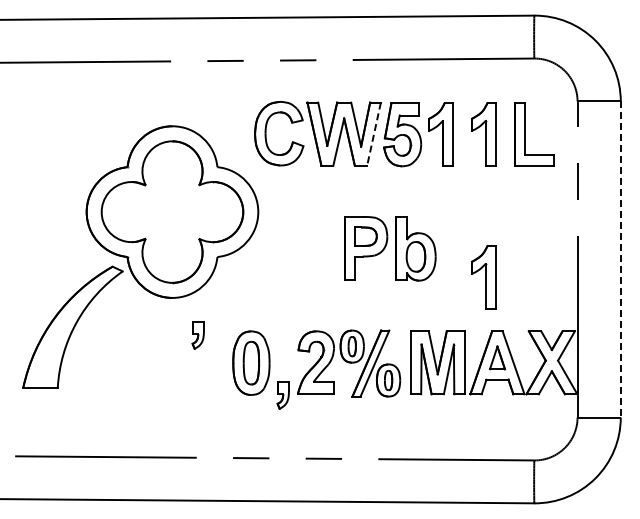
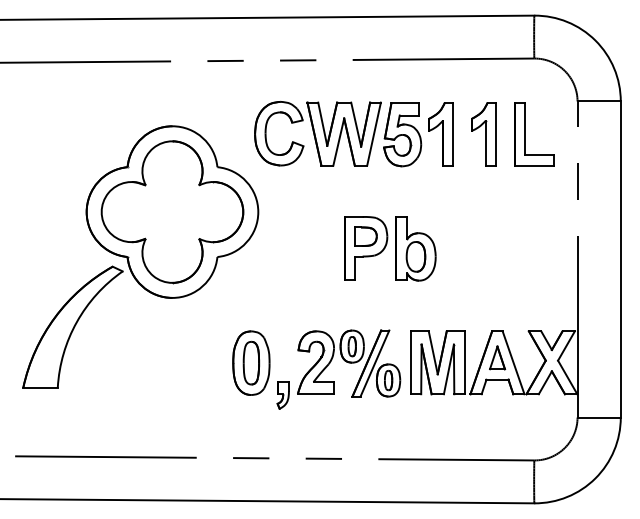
line at (373, 134): dashed -> solid
line at (620, 259): dashed -> solid
part at (483, 277): present -> none
part at (197, 335): present -> none
